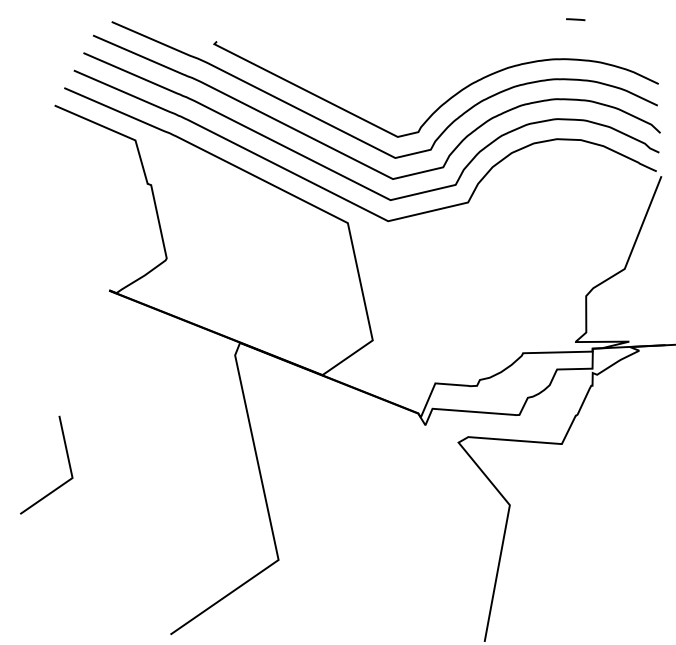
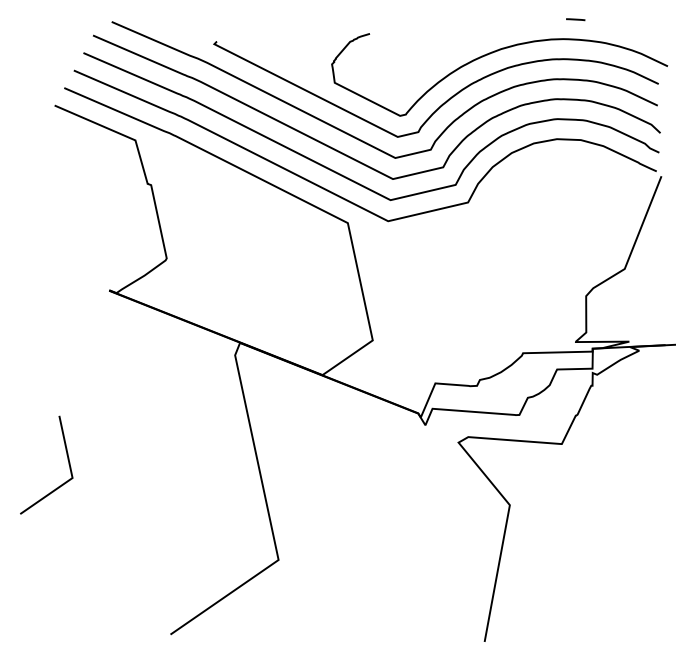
curve at (490, 54): none -> present
